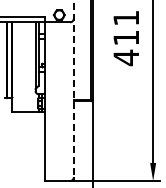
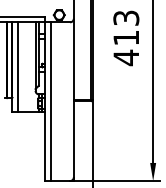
text at (126, 17): 411 -> 413
line at (18, 67): none -> present
line at (73, 89): dashed -> solid
line at (50, 101): none -> present
